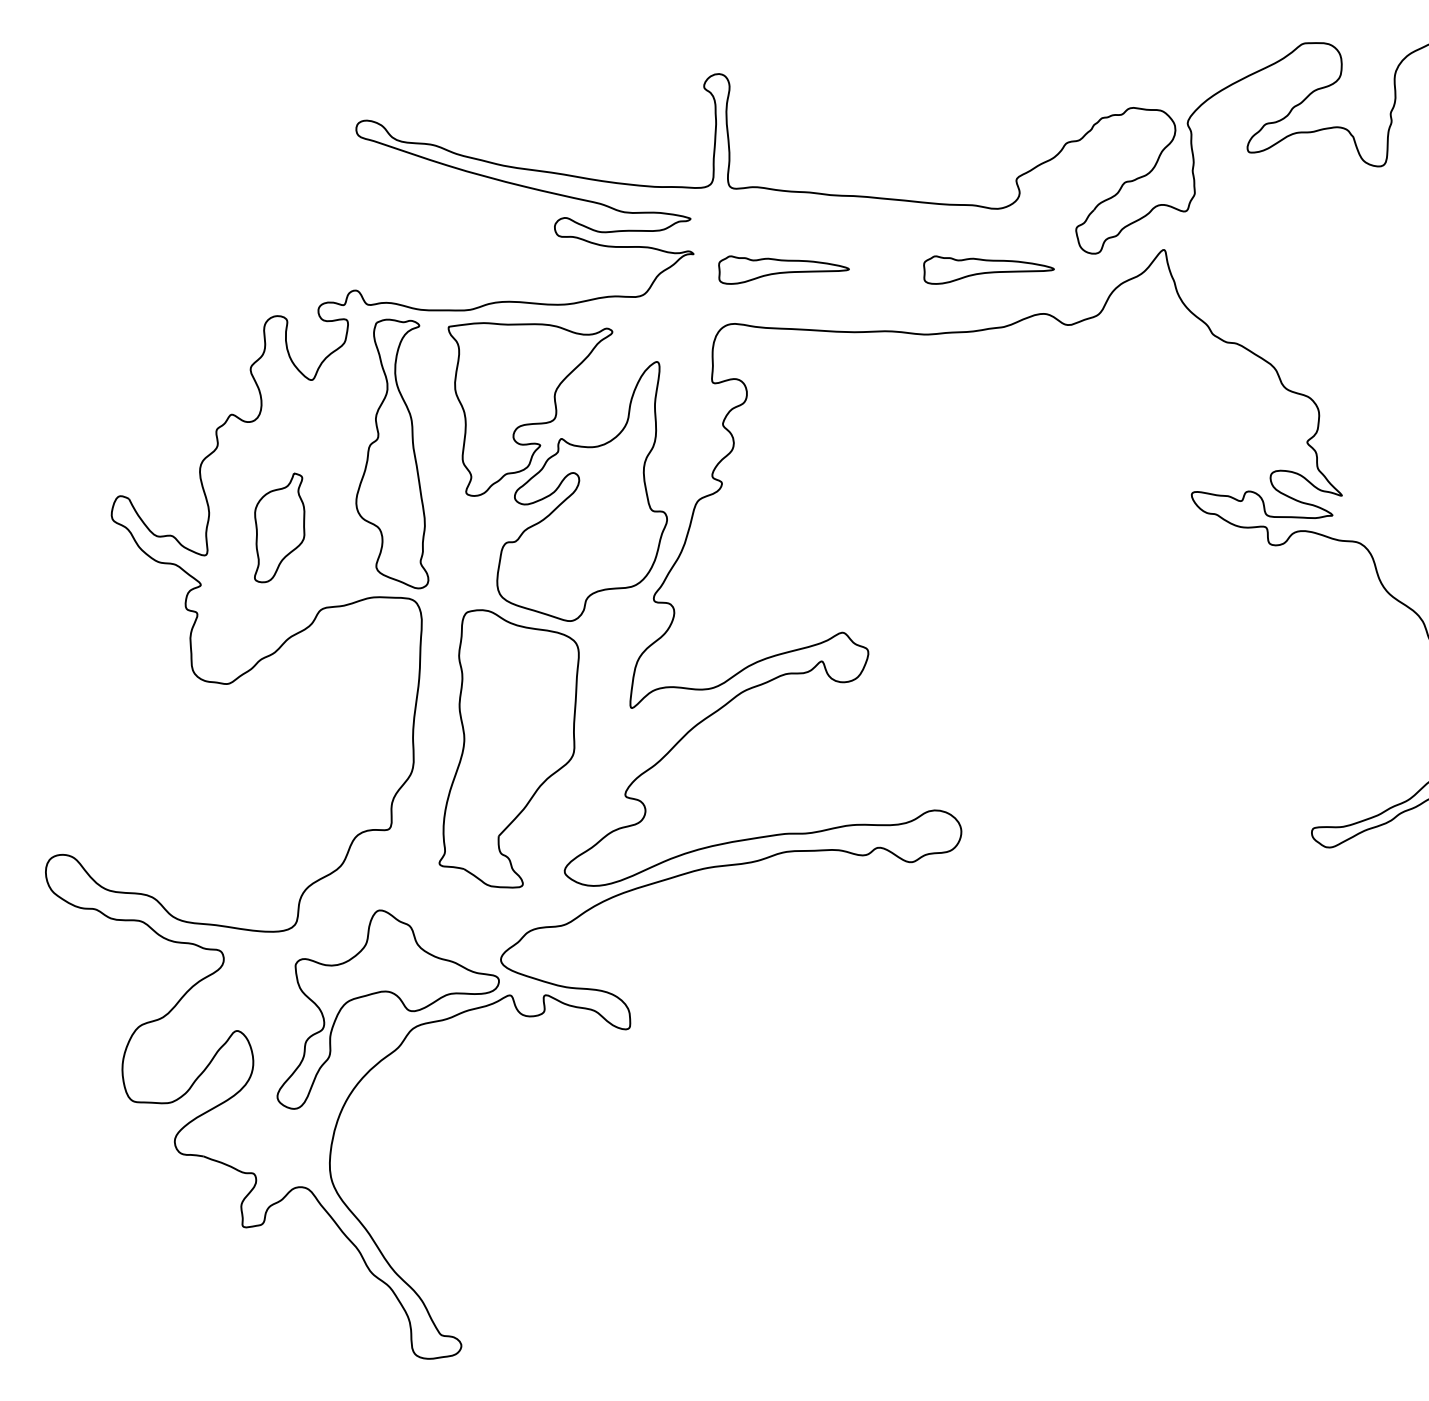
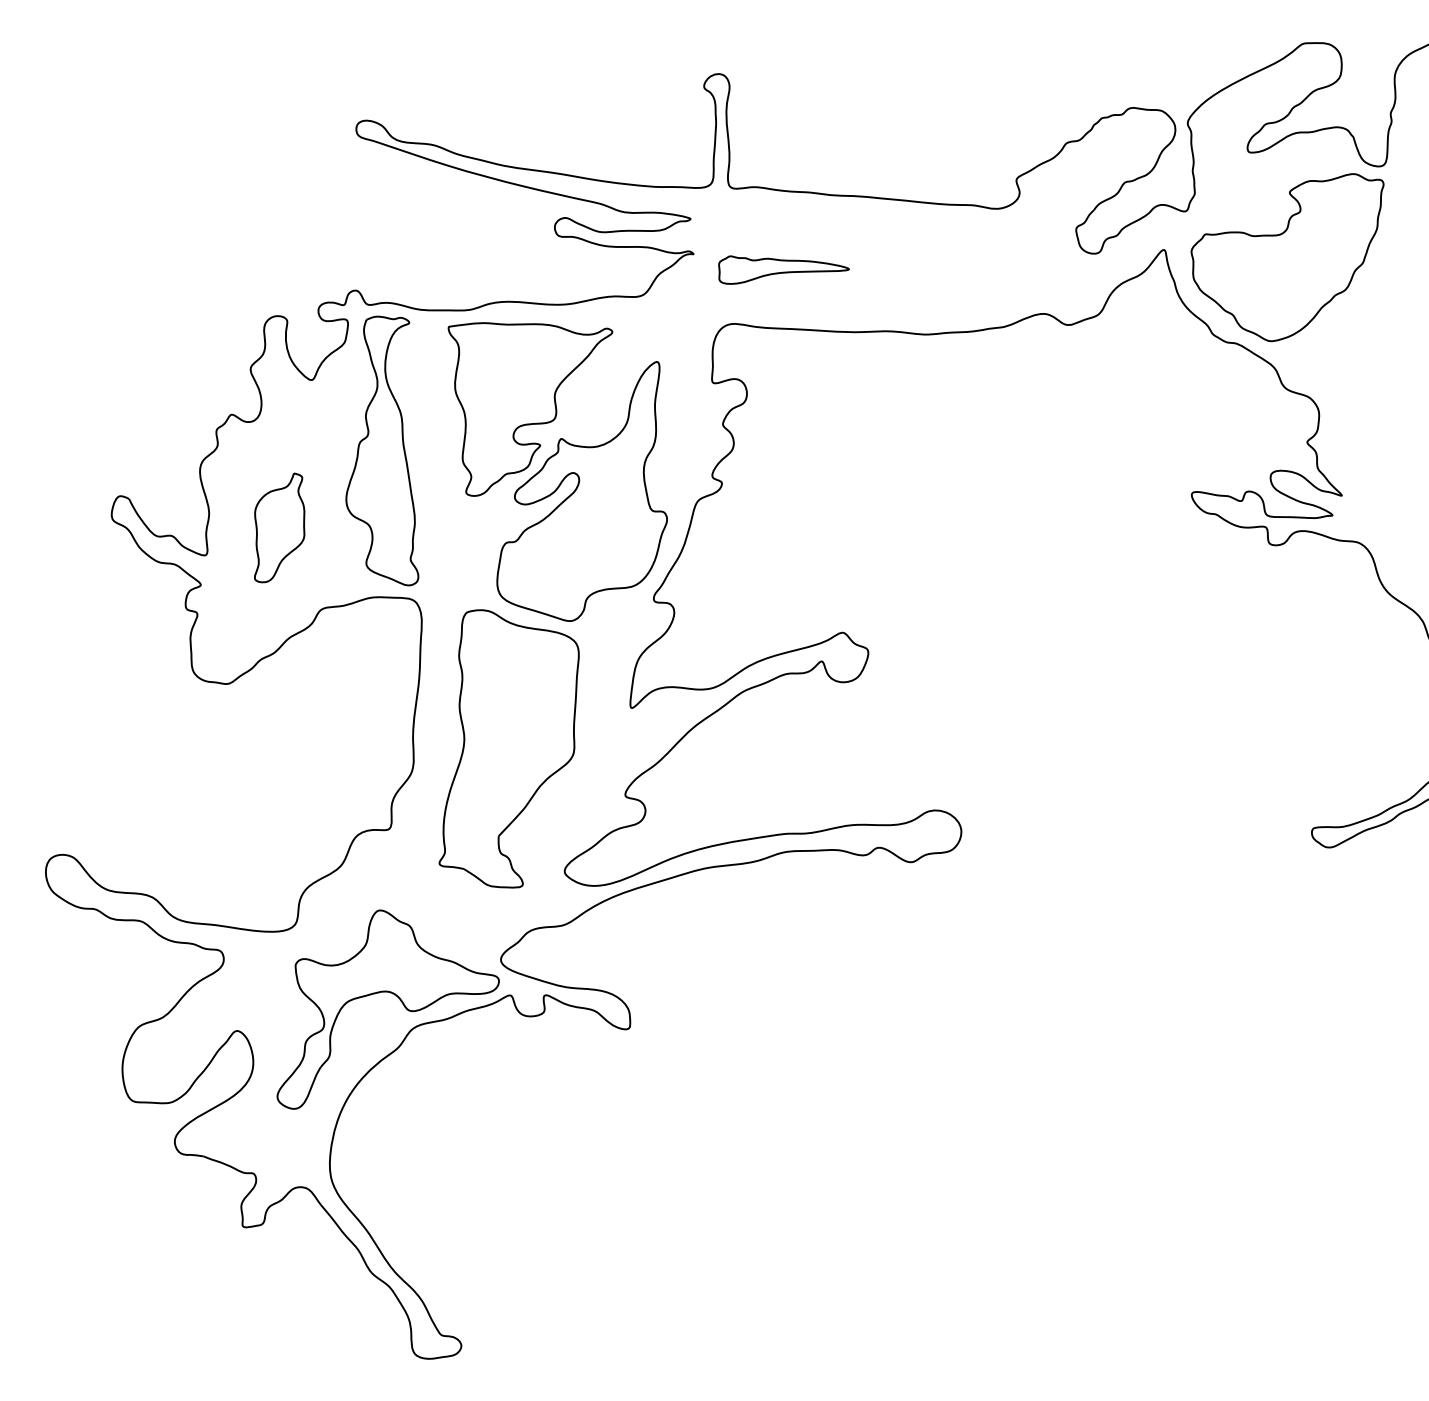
part at (1287, 257): none -> present
part at (988, 269): present -> none
part at (392, 453) position: (392, 453) -> (382, 450)
